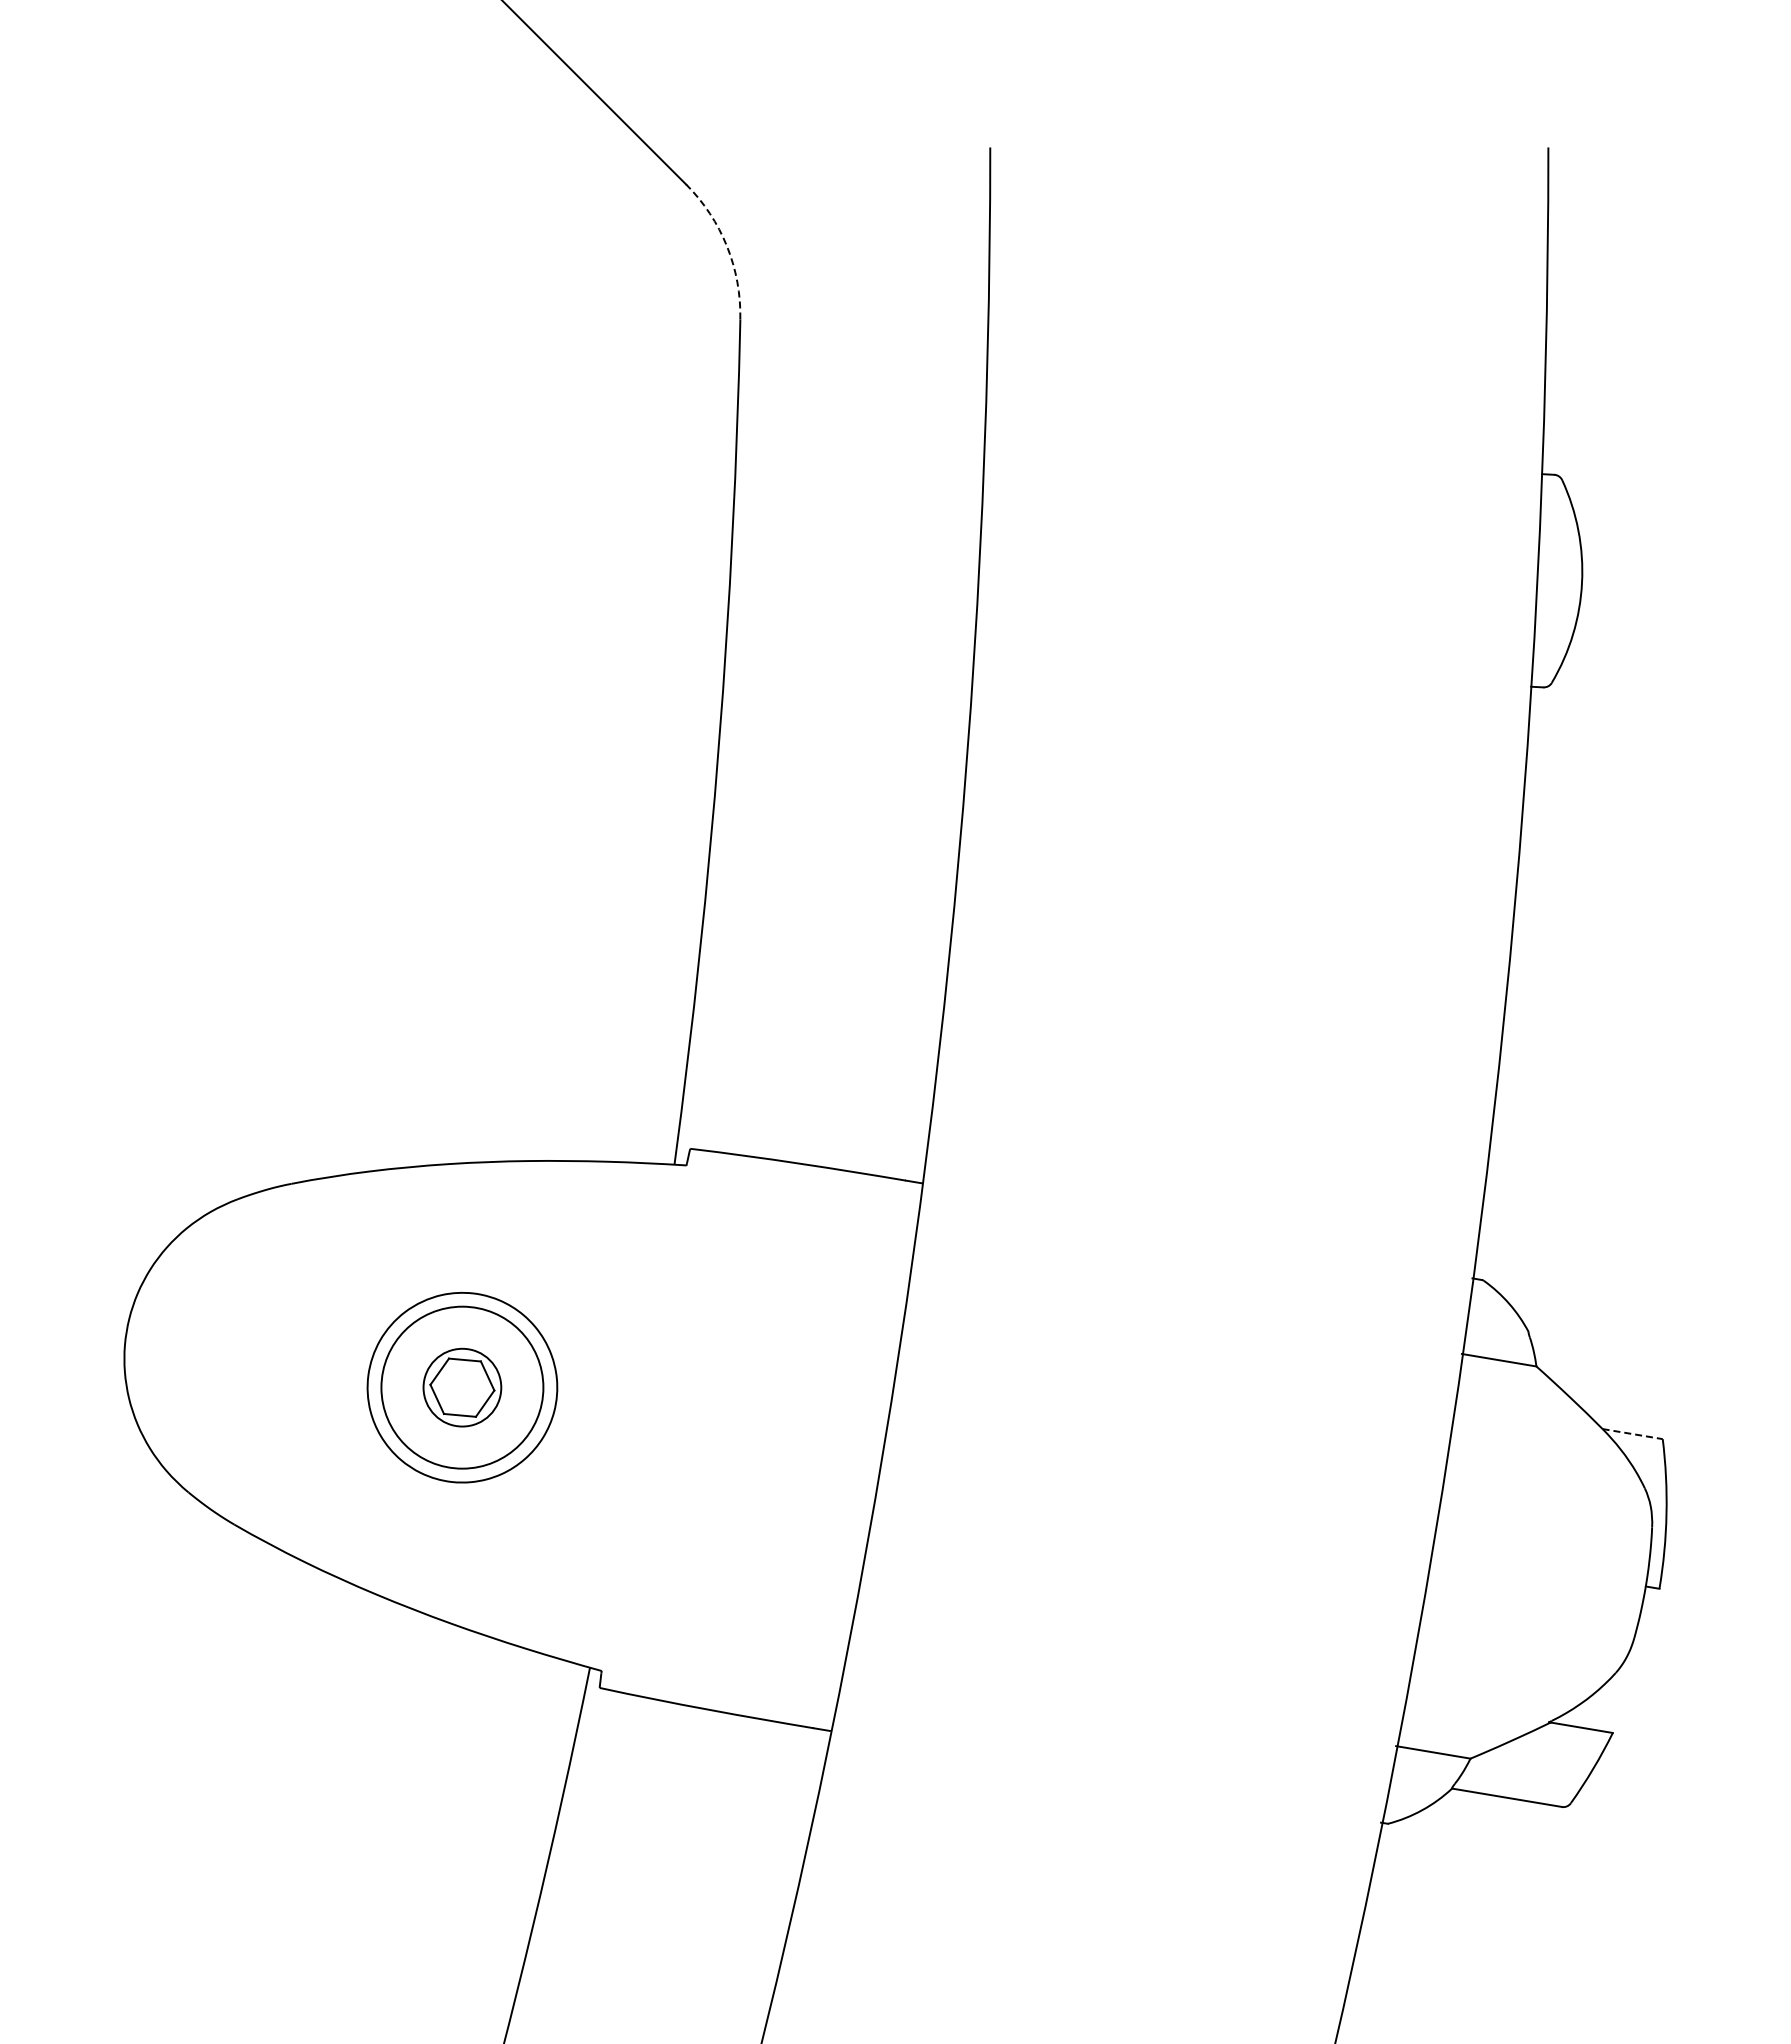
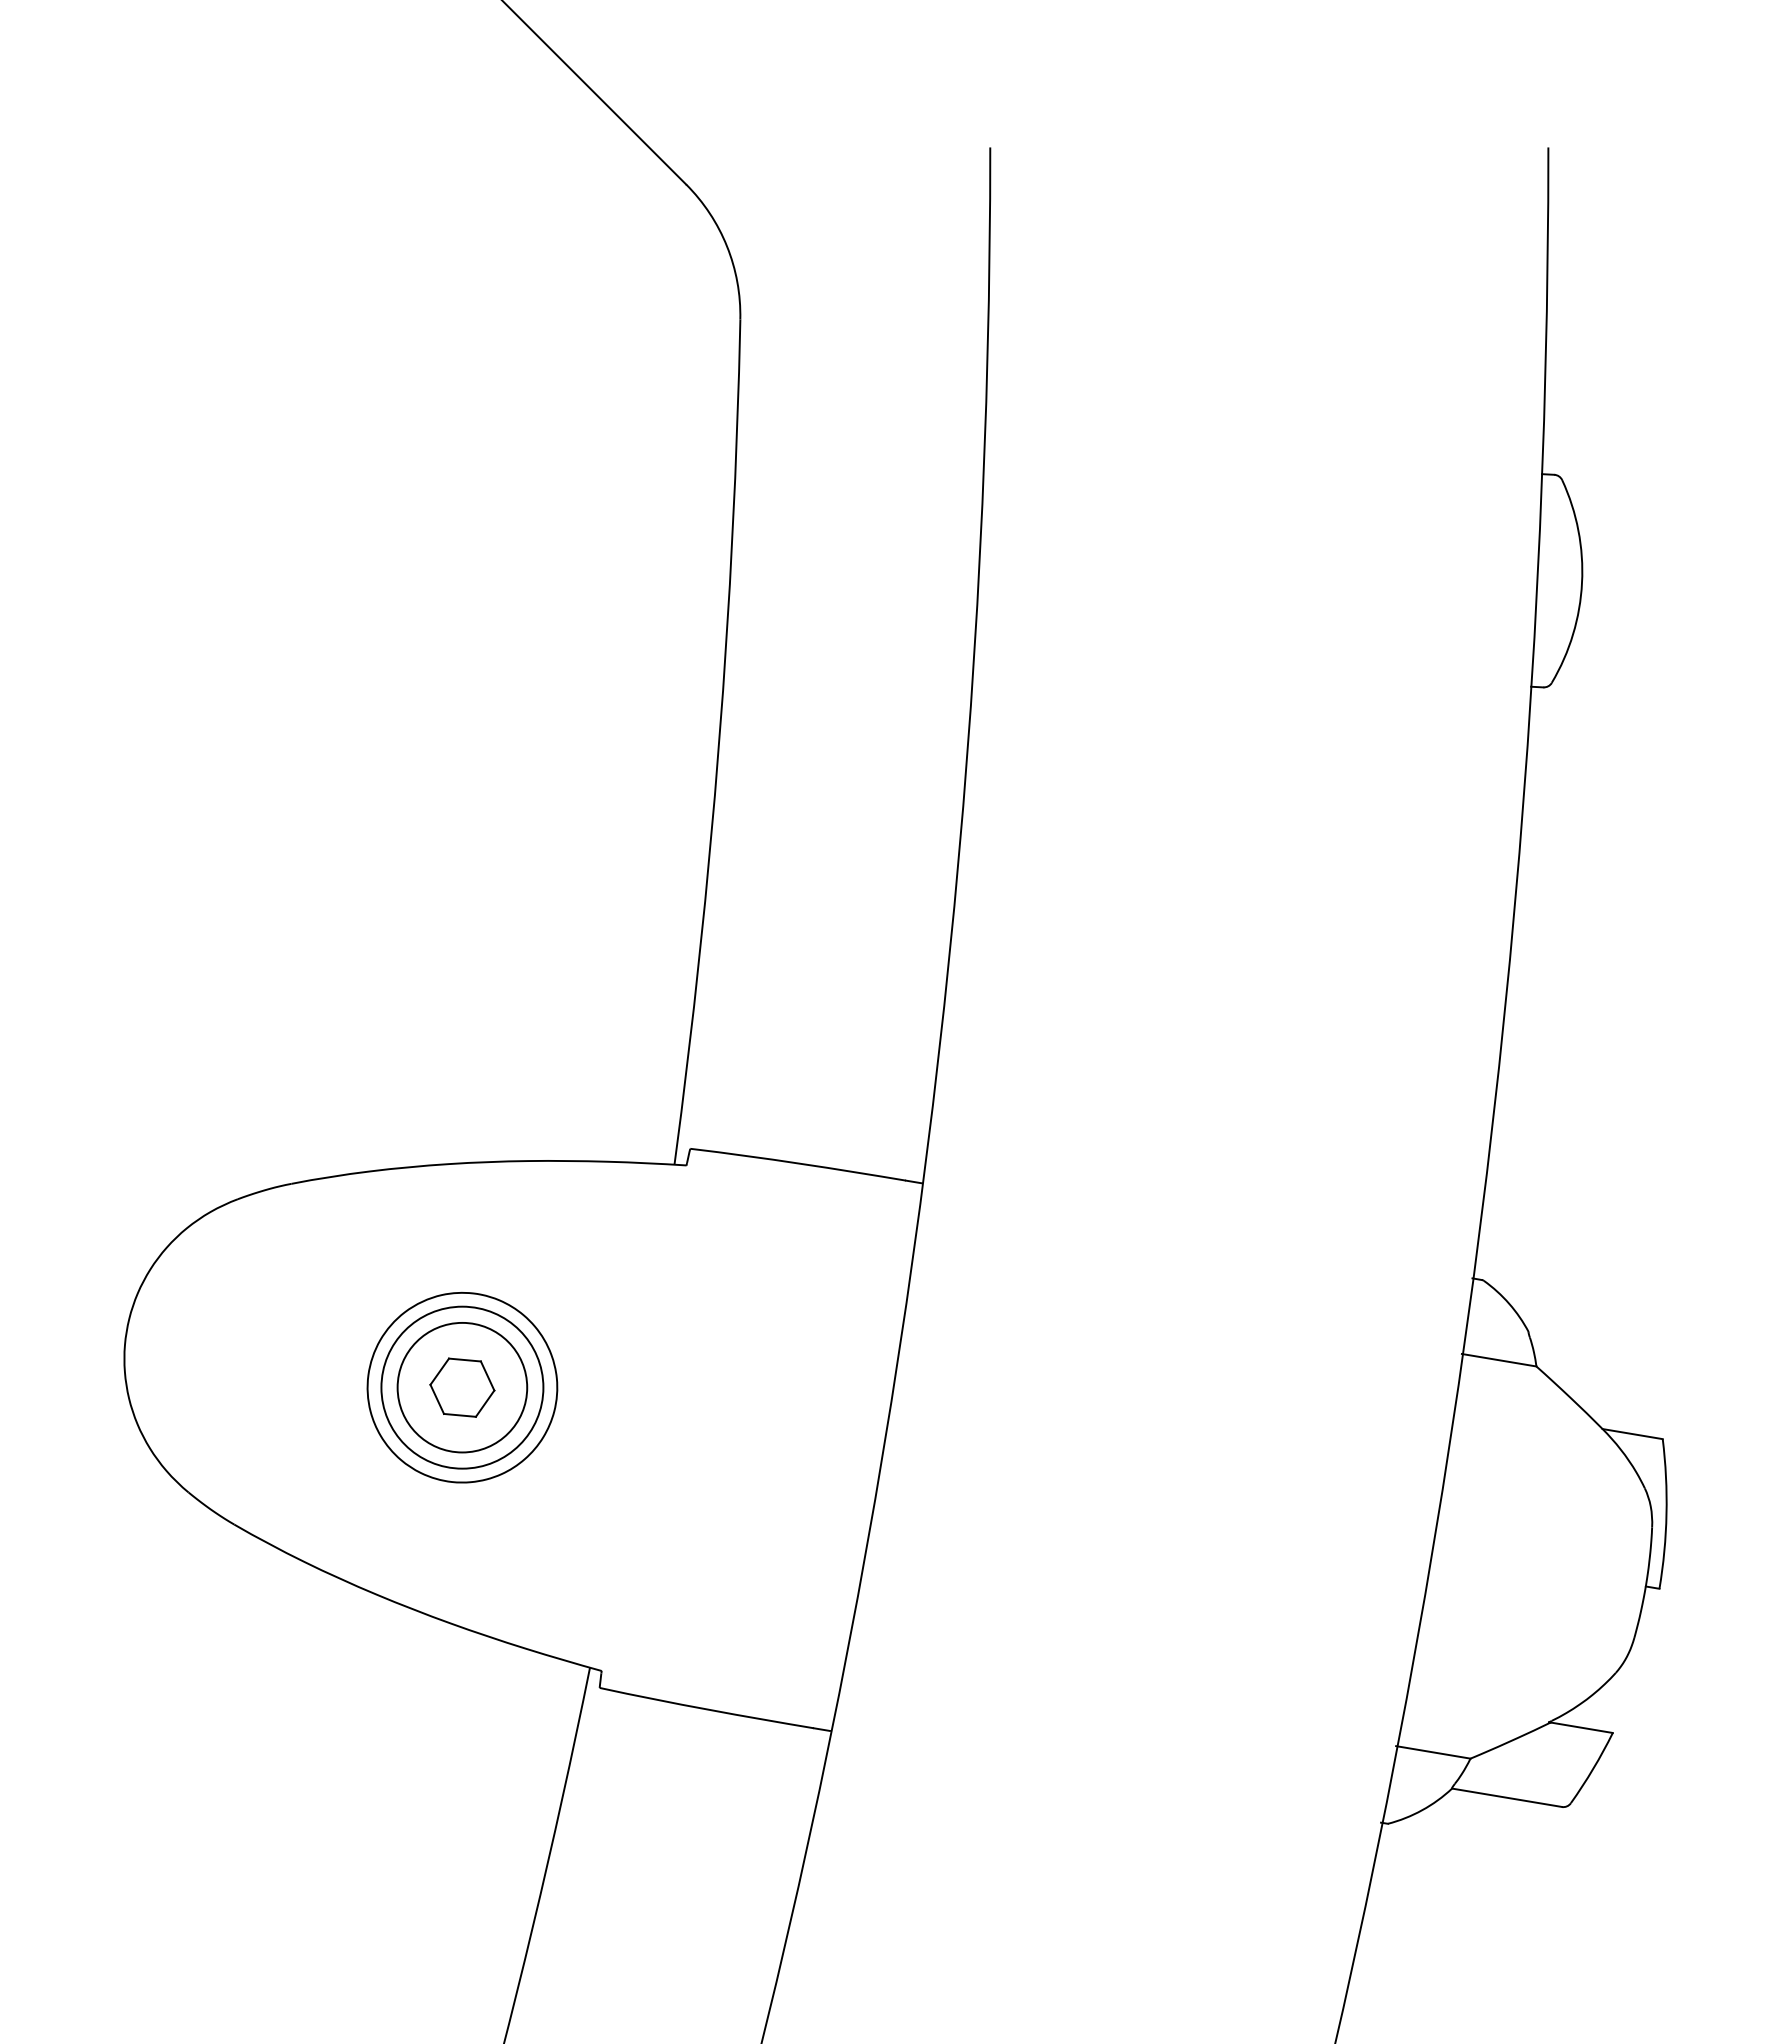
arc at (727, 246): dashed -> solid
circle at (462, 1387) diameter: 78 px -> 130 px
line at (1632, 1434): dashed -> solid
